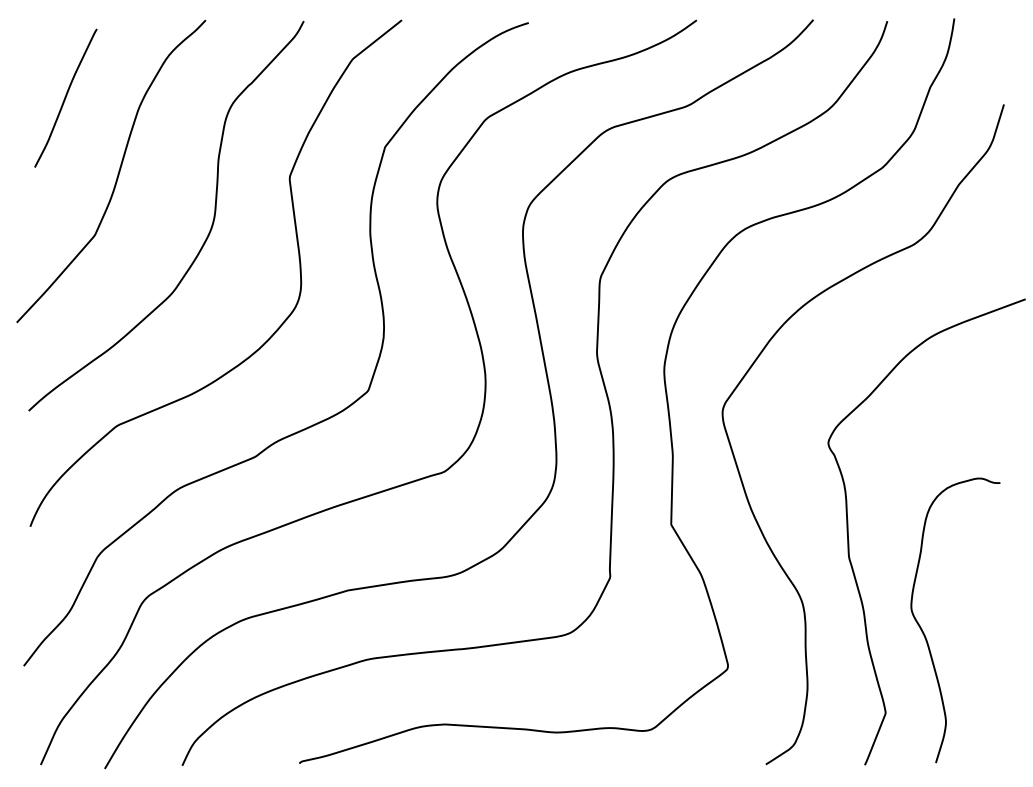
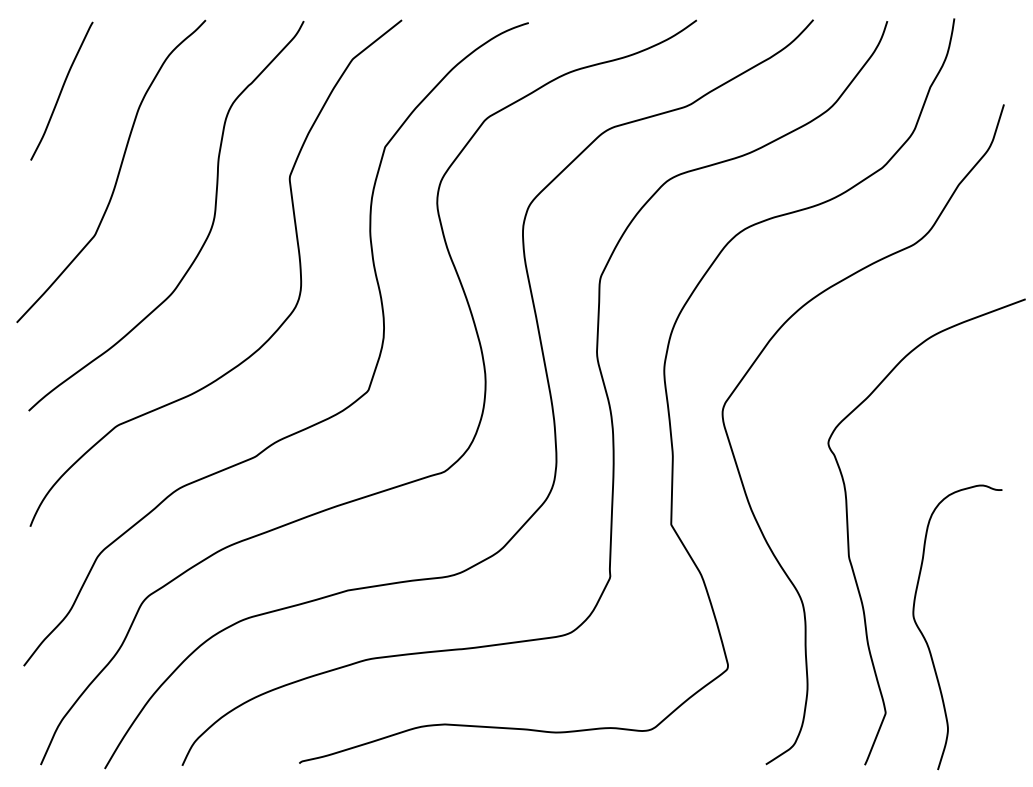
curve at (65, 97) position: (65, 97) -> (61, 90)
curve at (925, 635) position: (925, 635) -> (927, 642)
